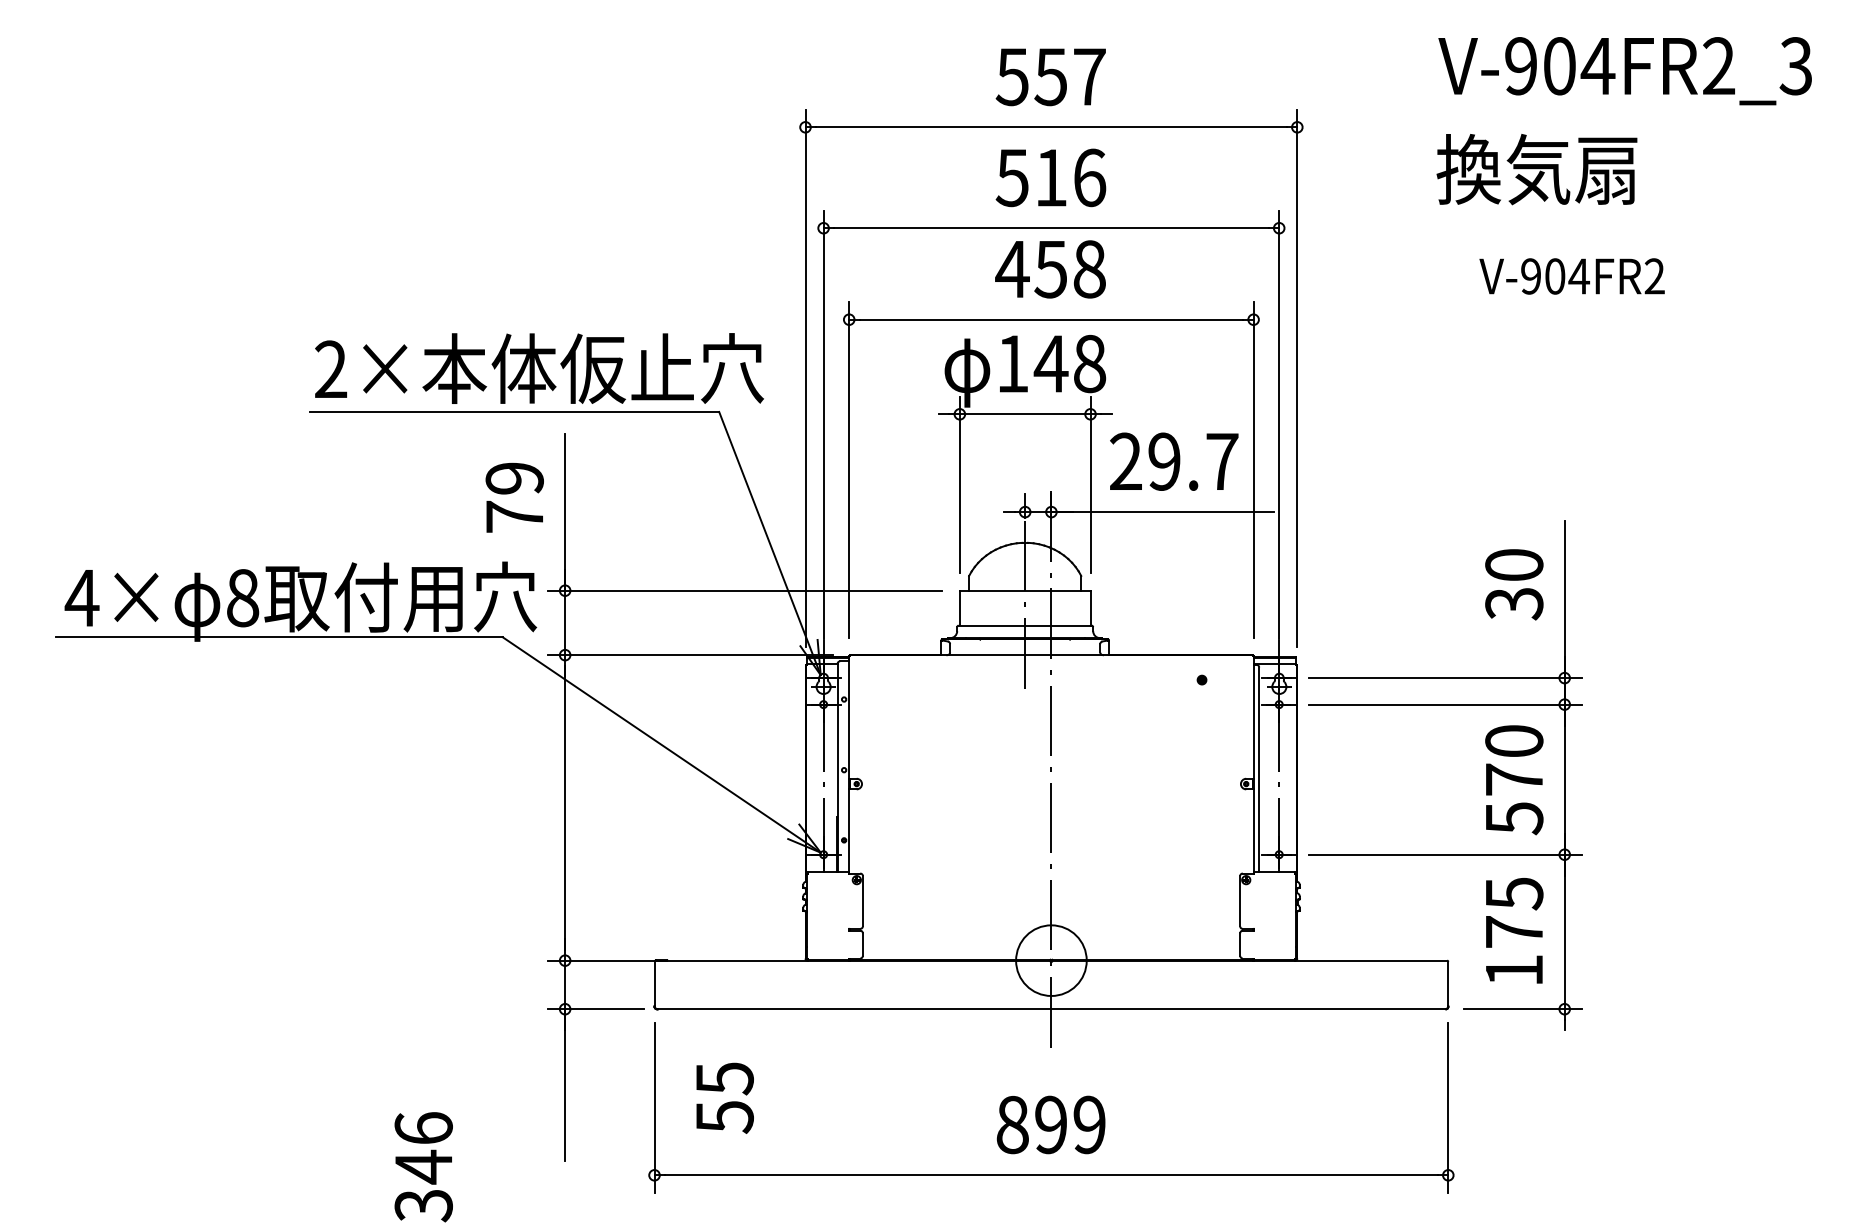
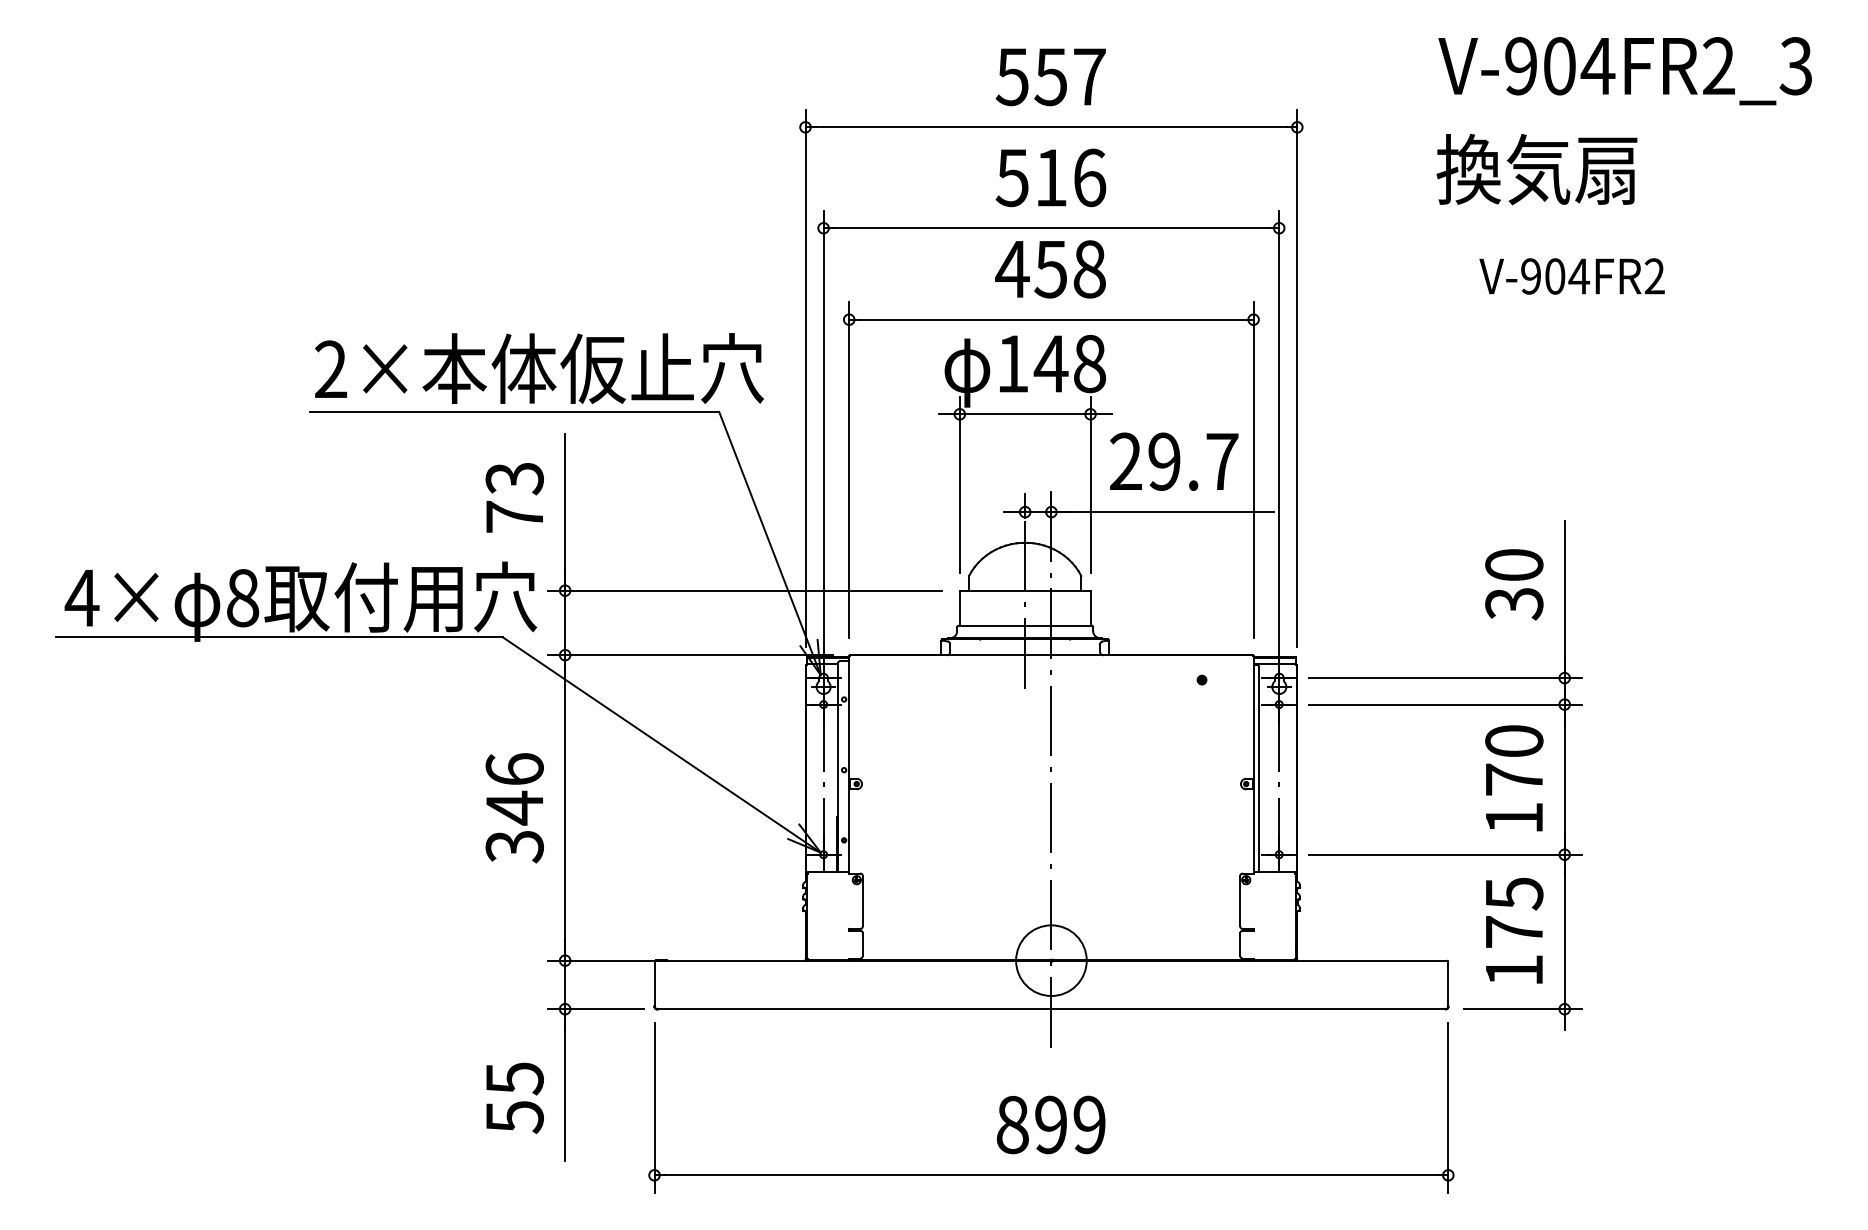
text at (514, 478): 79 -> 73
text at (1514, 818): 570 -> 170
text at (724, 1097) position: (724, 1097) -> (514, 1097)
text at (423, 1167) position: (423, 1167) -> (514, 808)
